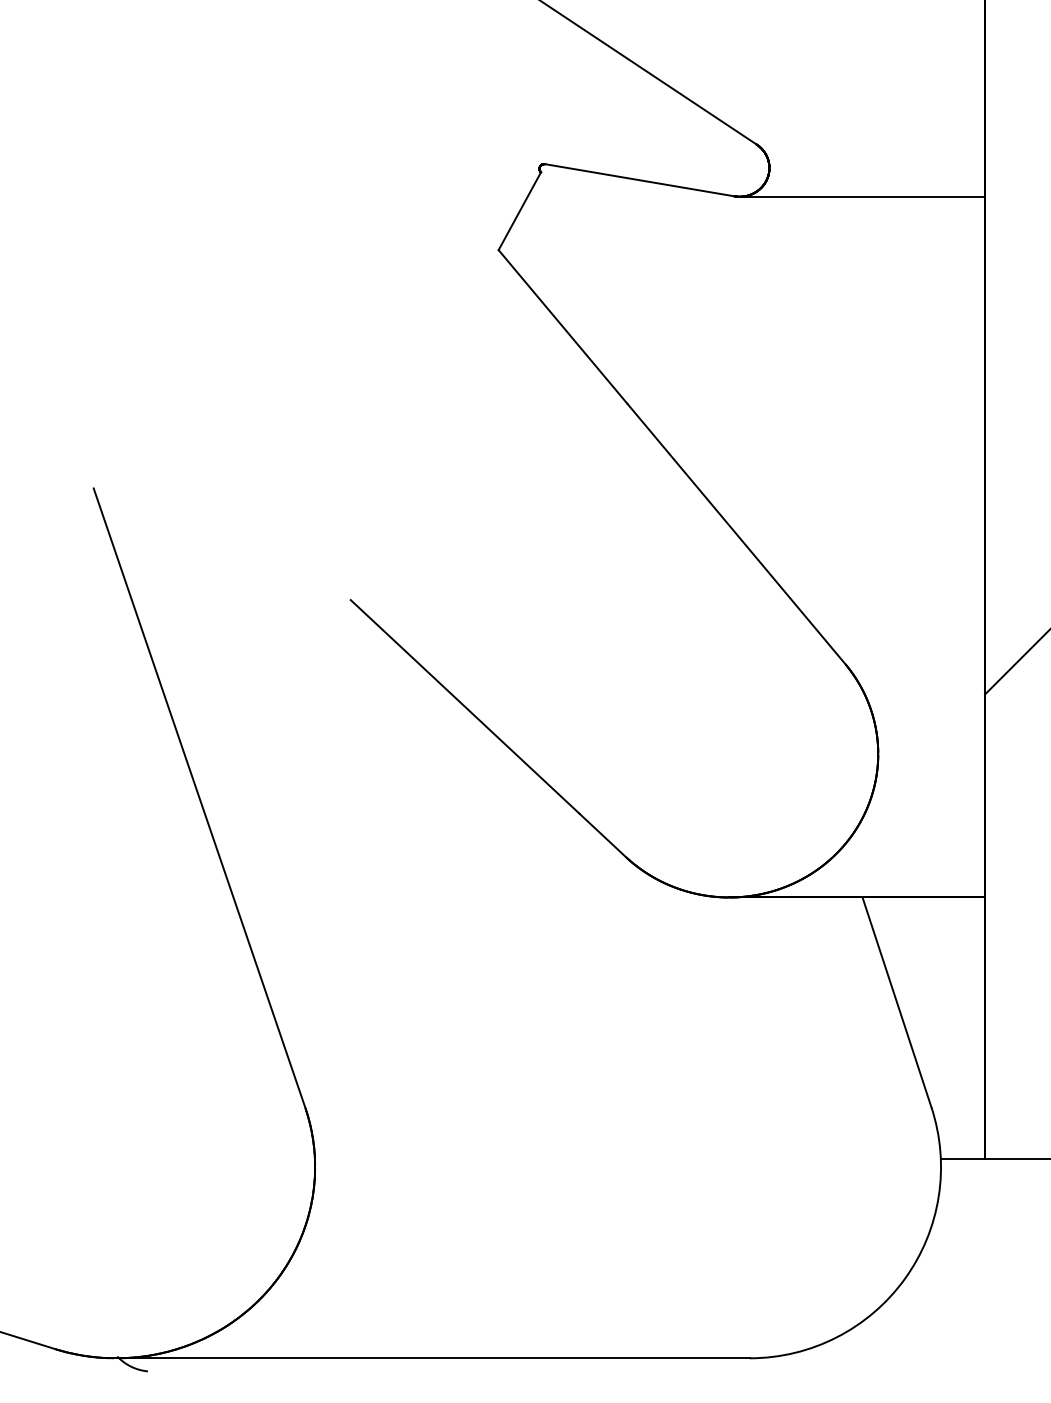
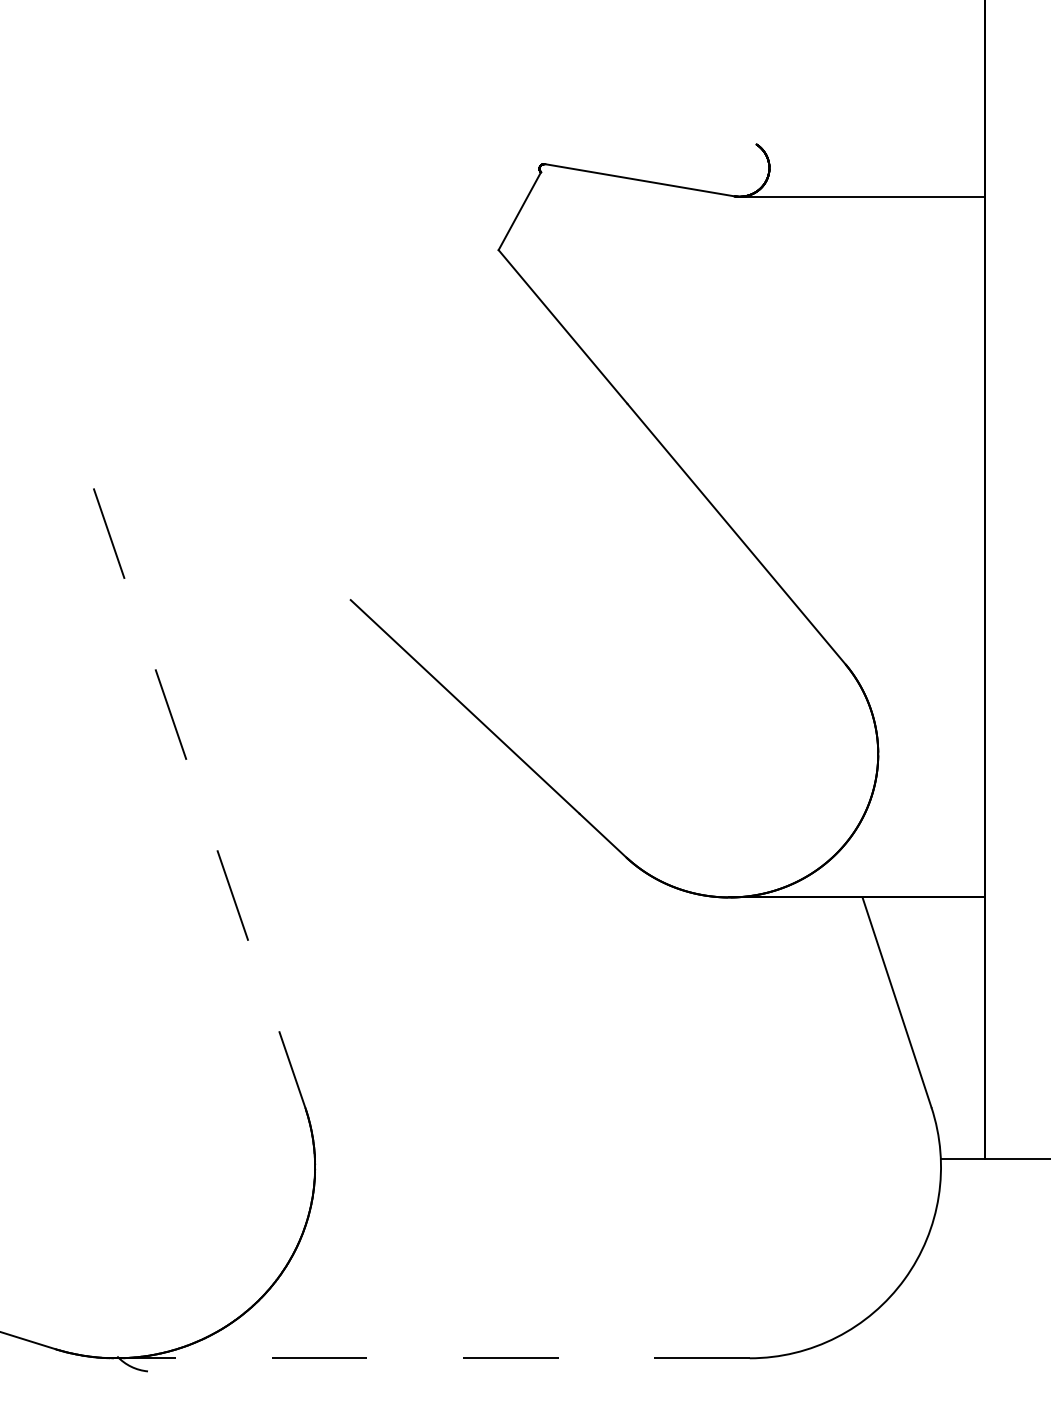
line at (649, 73): present -> none
line at (1016, 662): present -> none
line at (199, 798): solid -> dashed
line at (432, 1358): solid -> dashed
